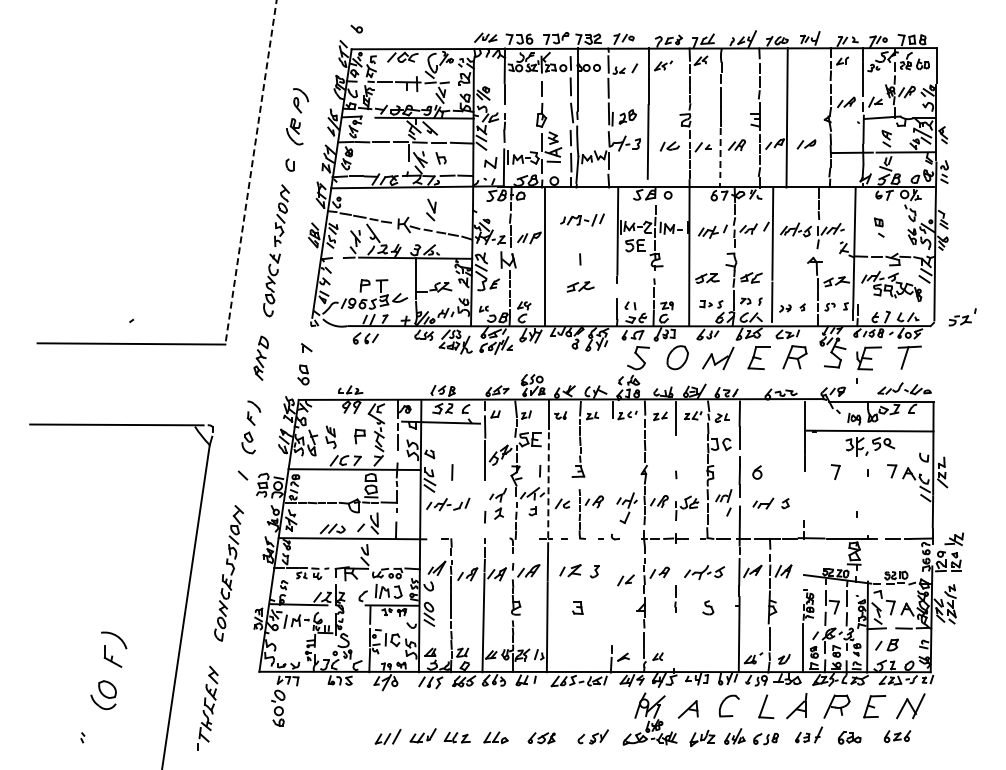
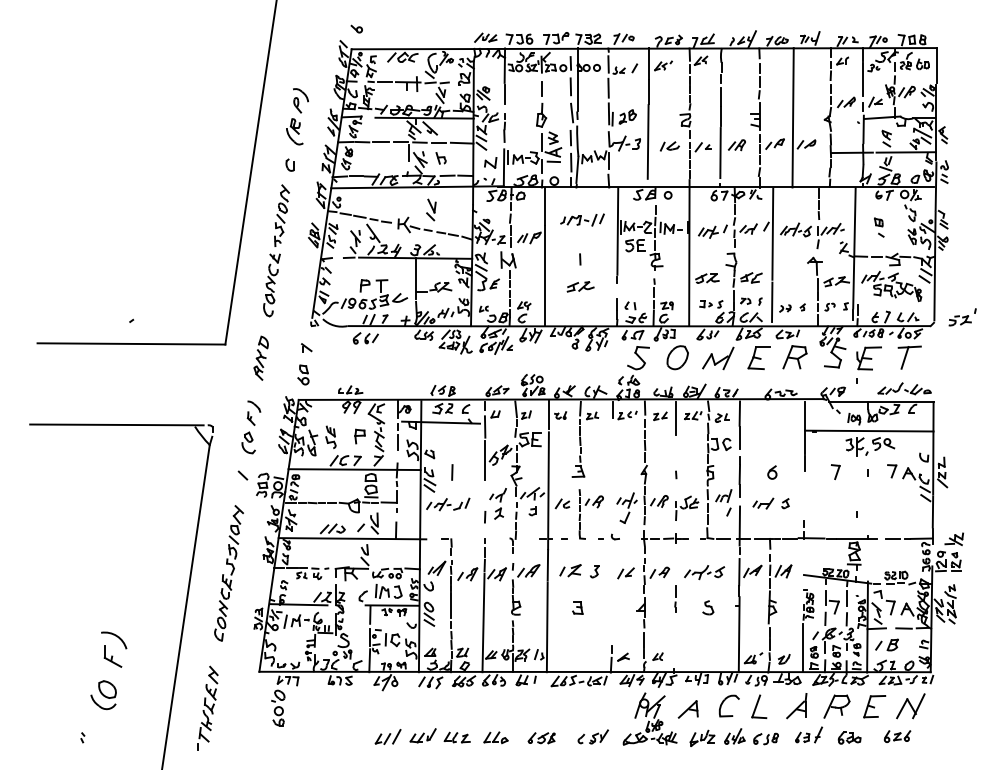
line at (786, 117) position: (786, 117) -> (792, 117)
line at (720, 153): dashed -> solid
line at (250, 172): dashed -> solid
line at (540, 471): present -> none
part at (757, 472) position: (757, 472) -> (772, 472)
line at (548, 491): dashed -> solid
part at (625, 580) position: (625, 580) -> (625, 573)
part at (766, 706) position: (766, 706) -> (759, 706)
